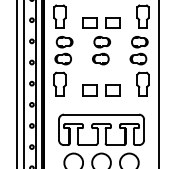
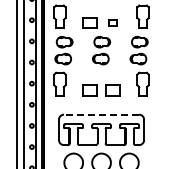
part at (112, 22) size: 16x12 px -> 10x8 px
line at (158, 83): present -> none
line at (101, 114): solid -> dashed
